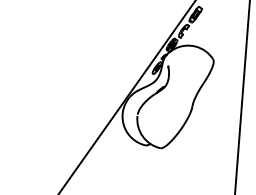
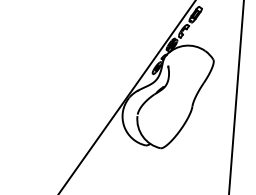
line at (242, 96) position: (242, 96) -> (236, 96)
